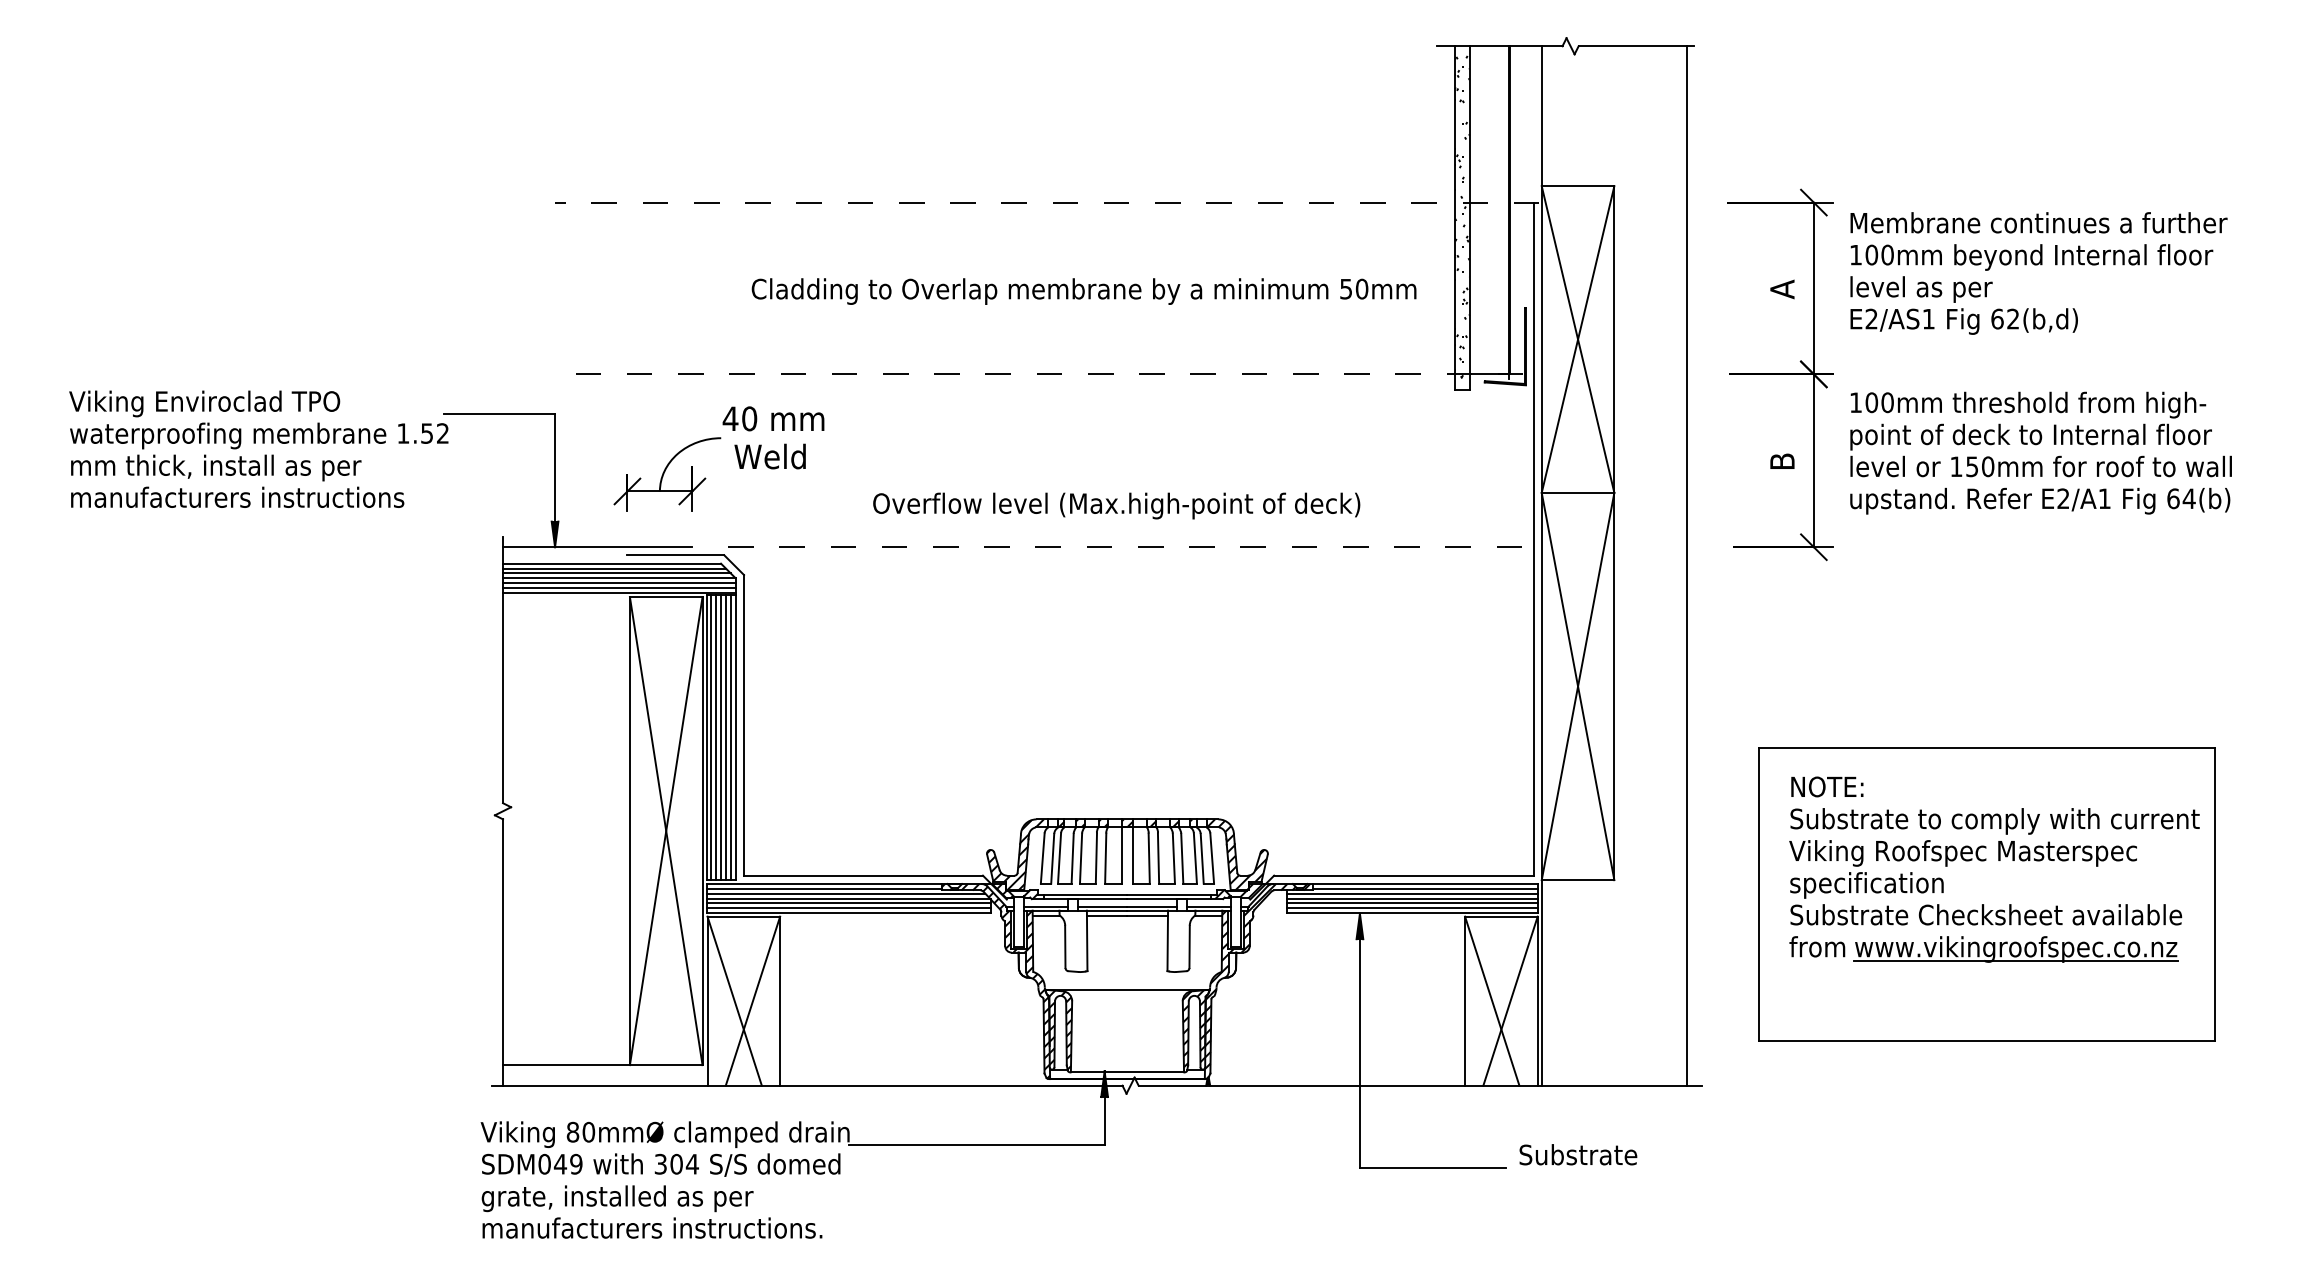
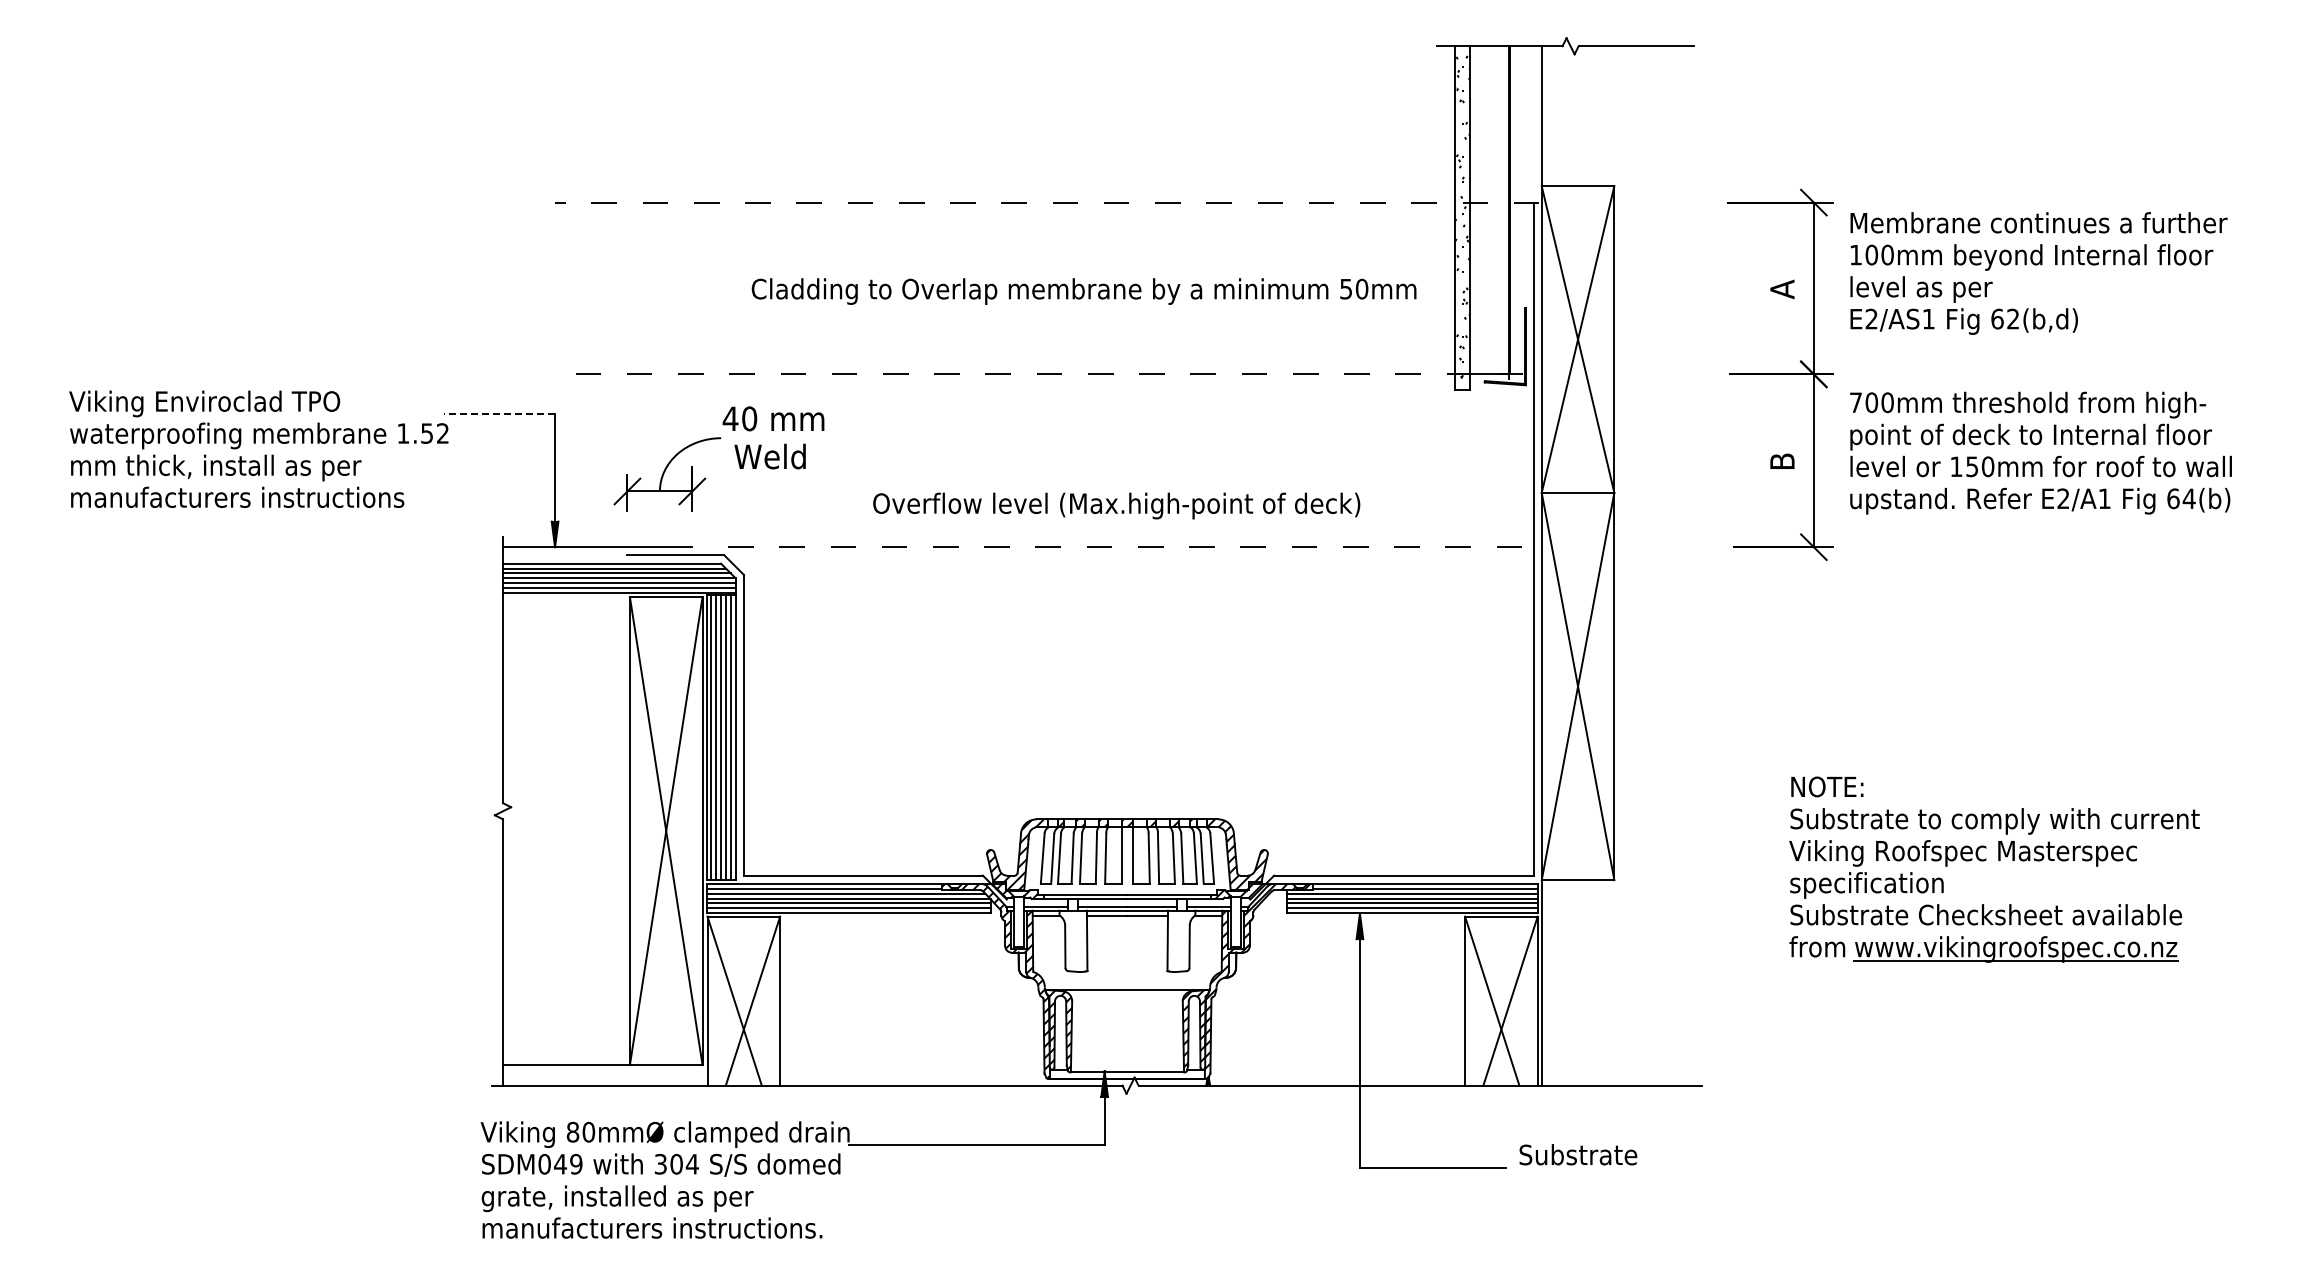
text at (1855, 402): 100mm -> 700mm
line at (499, 414): solid -> dashed
line at (1686, 565): present -> none
part at (1986, 894): present -> none
